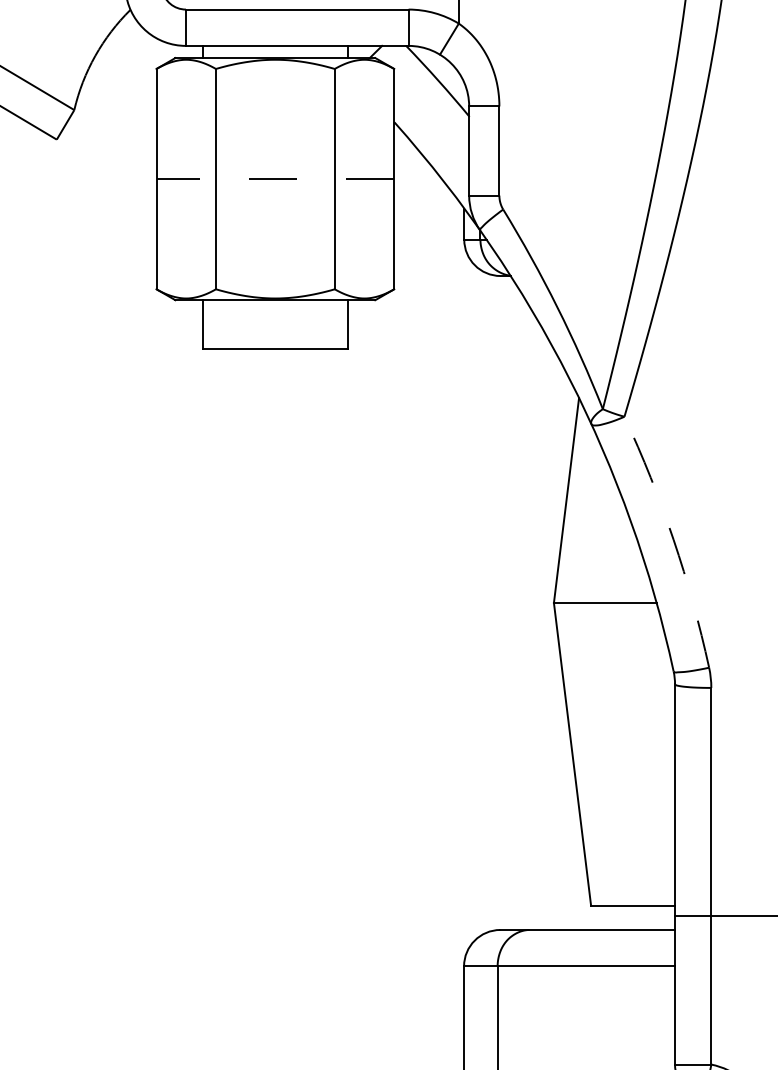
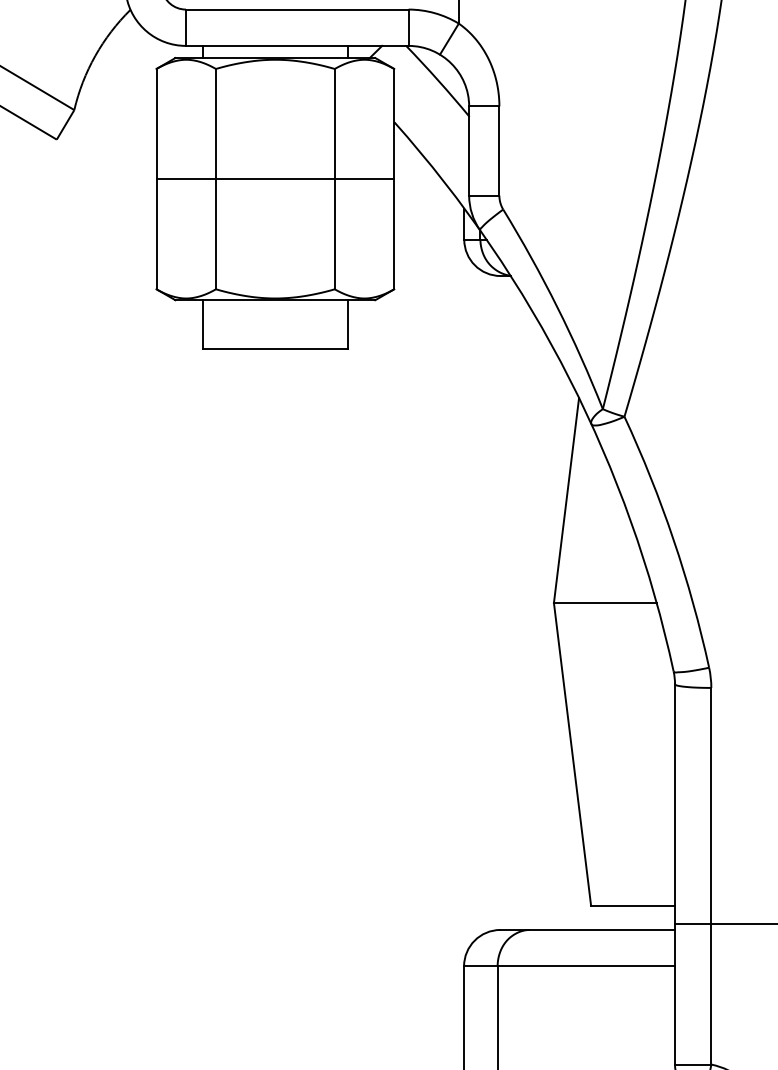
line at (275, 179): dashed -> solid
arc at (673, 539): dashed -> solid
line at (724, 916) position: (724, 916) -> (724, 924)
